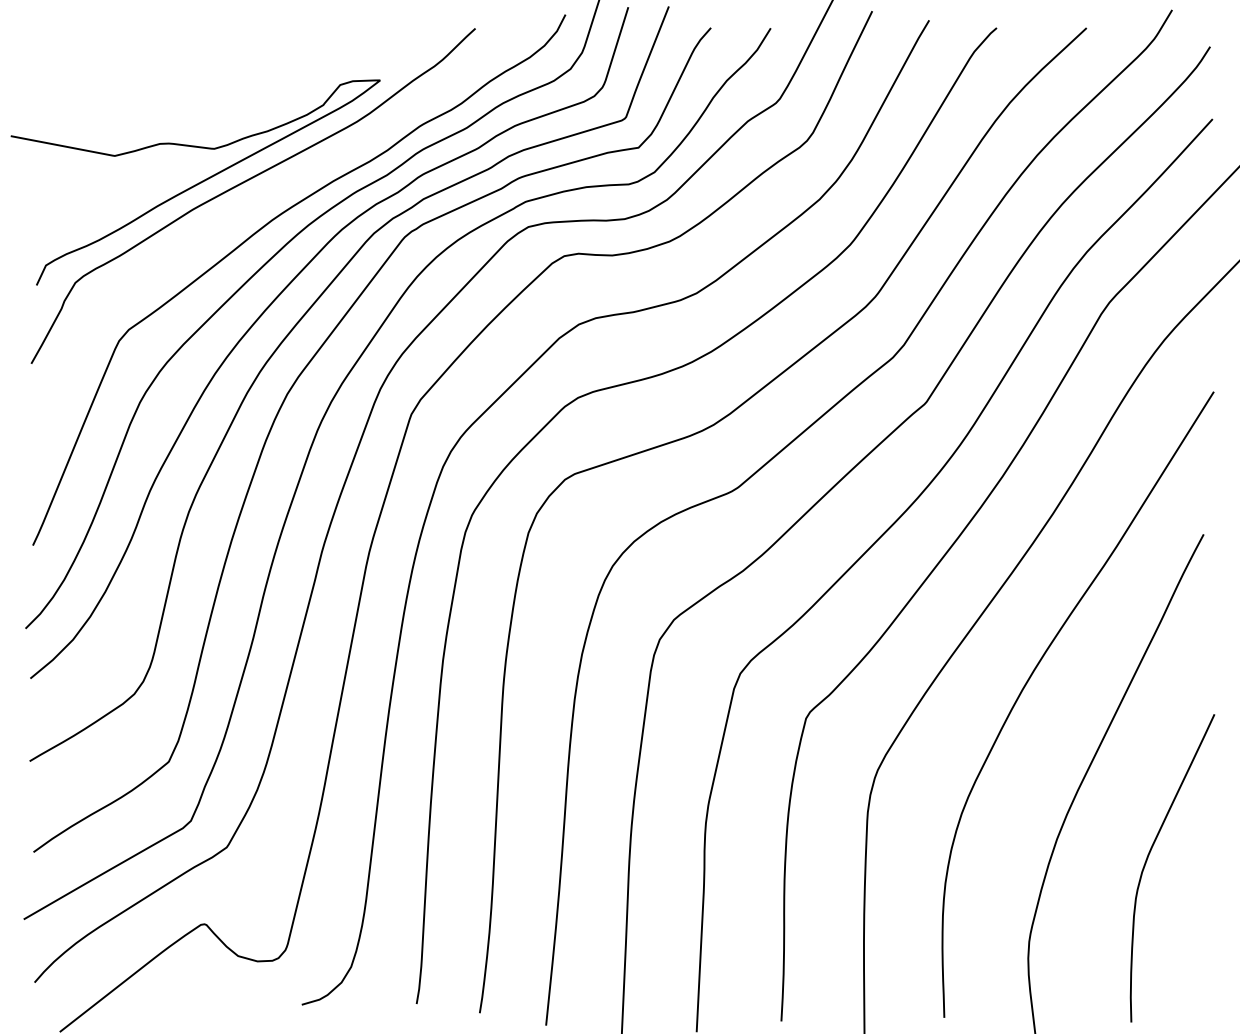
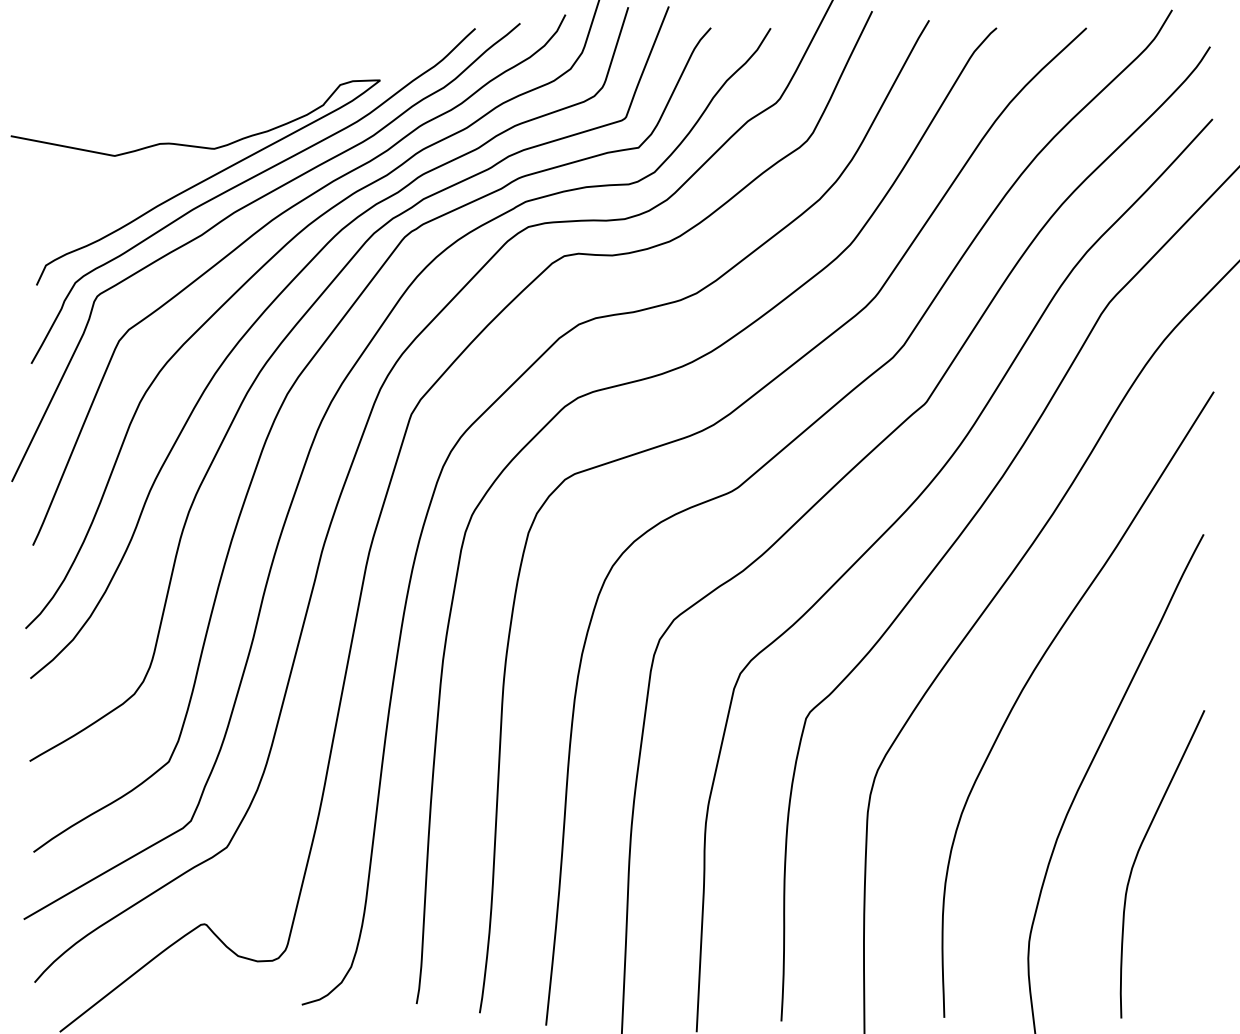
curve at (242, 209): none -> present
curve at (1147, 861) position: (1147, 861) -> (1137, 857)
